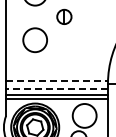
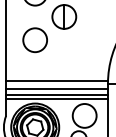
part at (64, 16) size: 17x17 px -> 27x26 px
line at (57, 80): dashed -> solid
line at (57, 88): dashed -> solid
